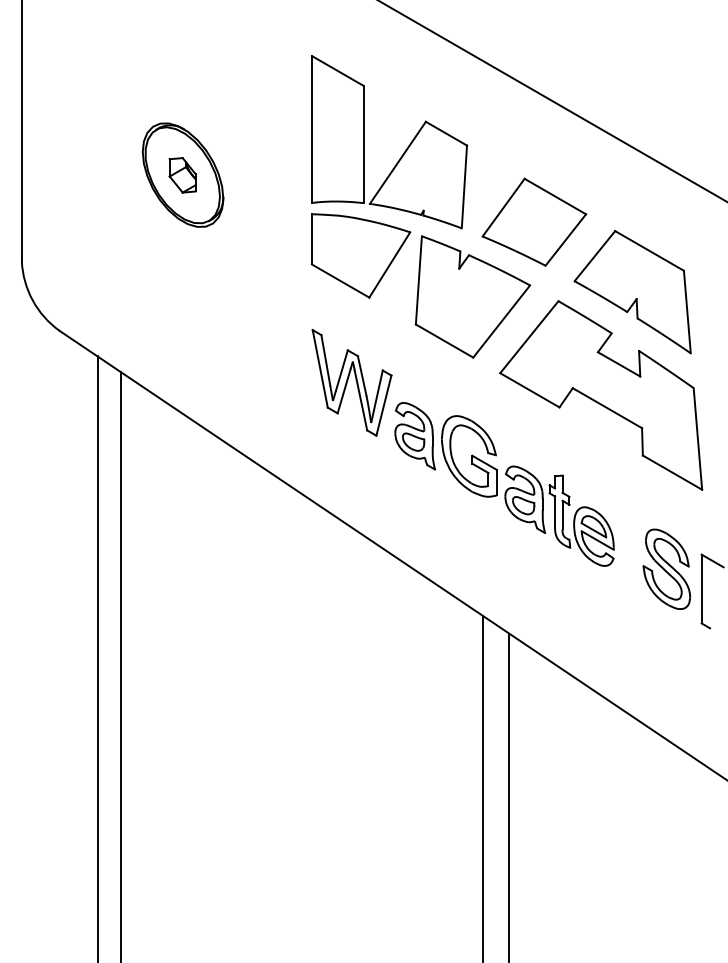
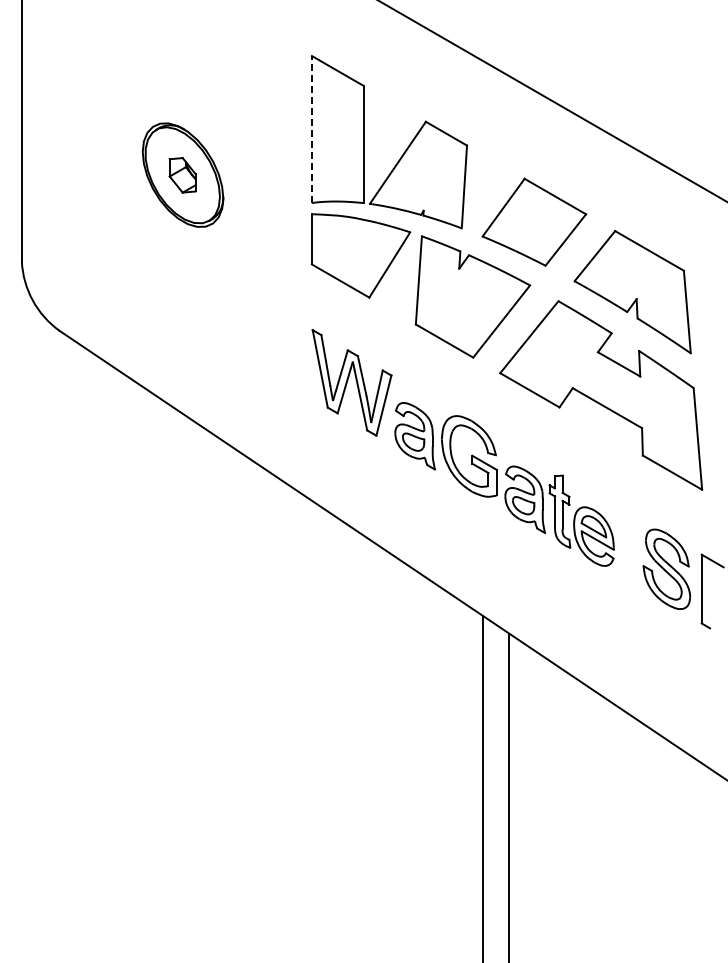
line at (311, 129): solid -> dashed
line at (97, 657): present -> none
line at (121, 665): present -> none
